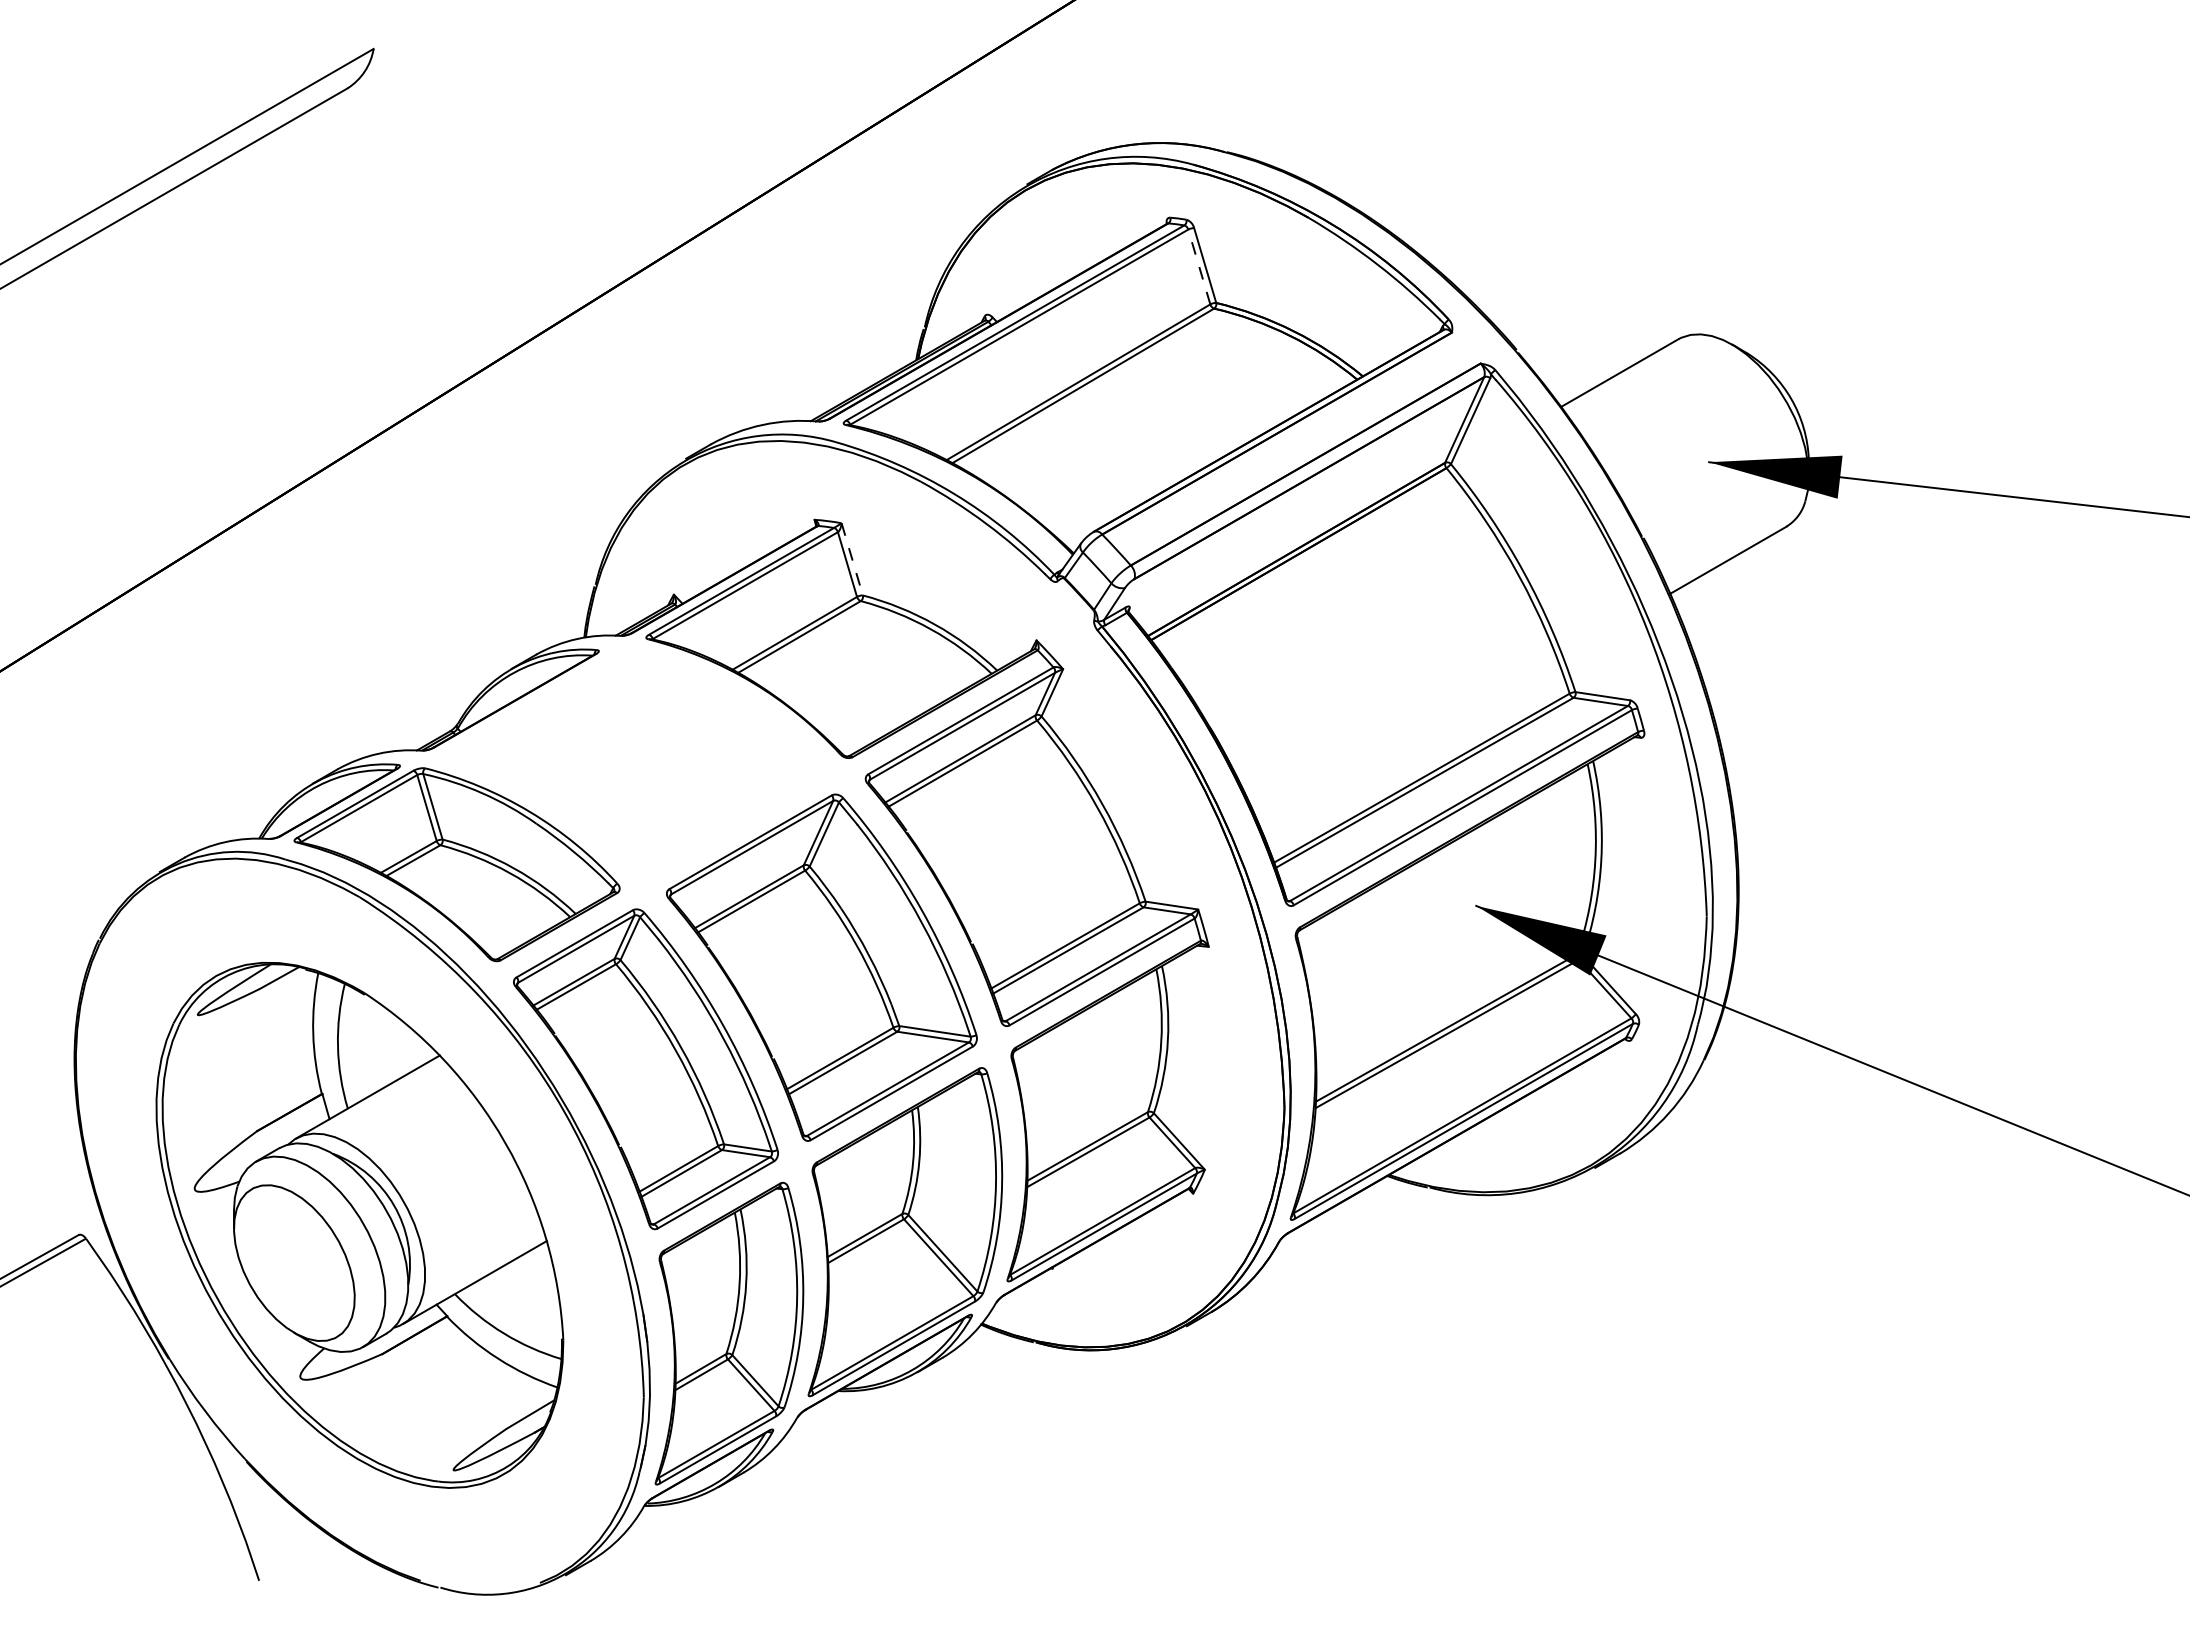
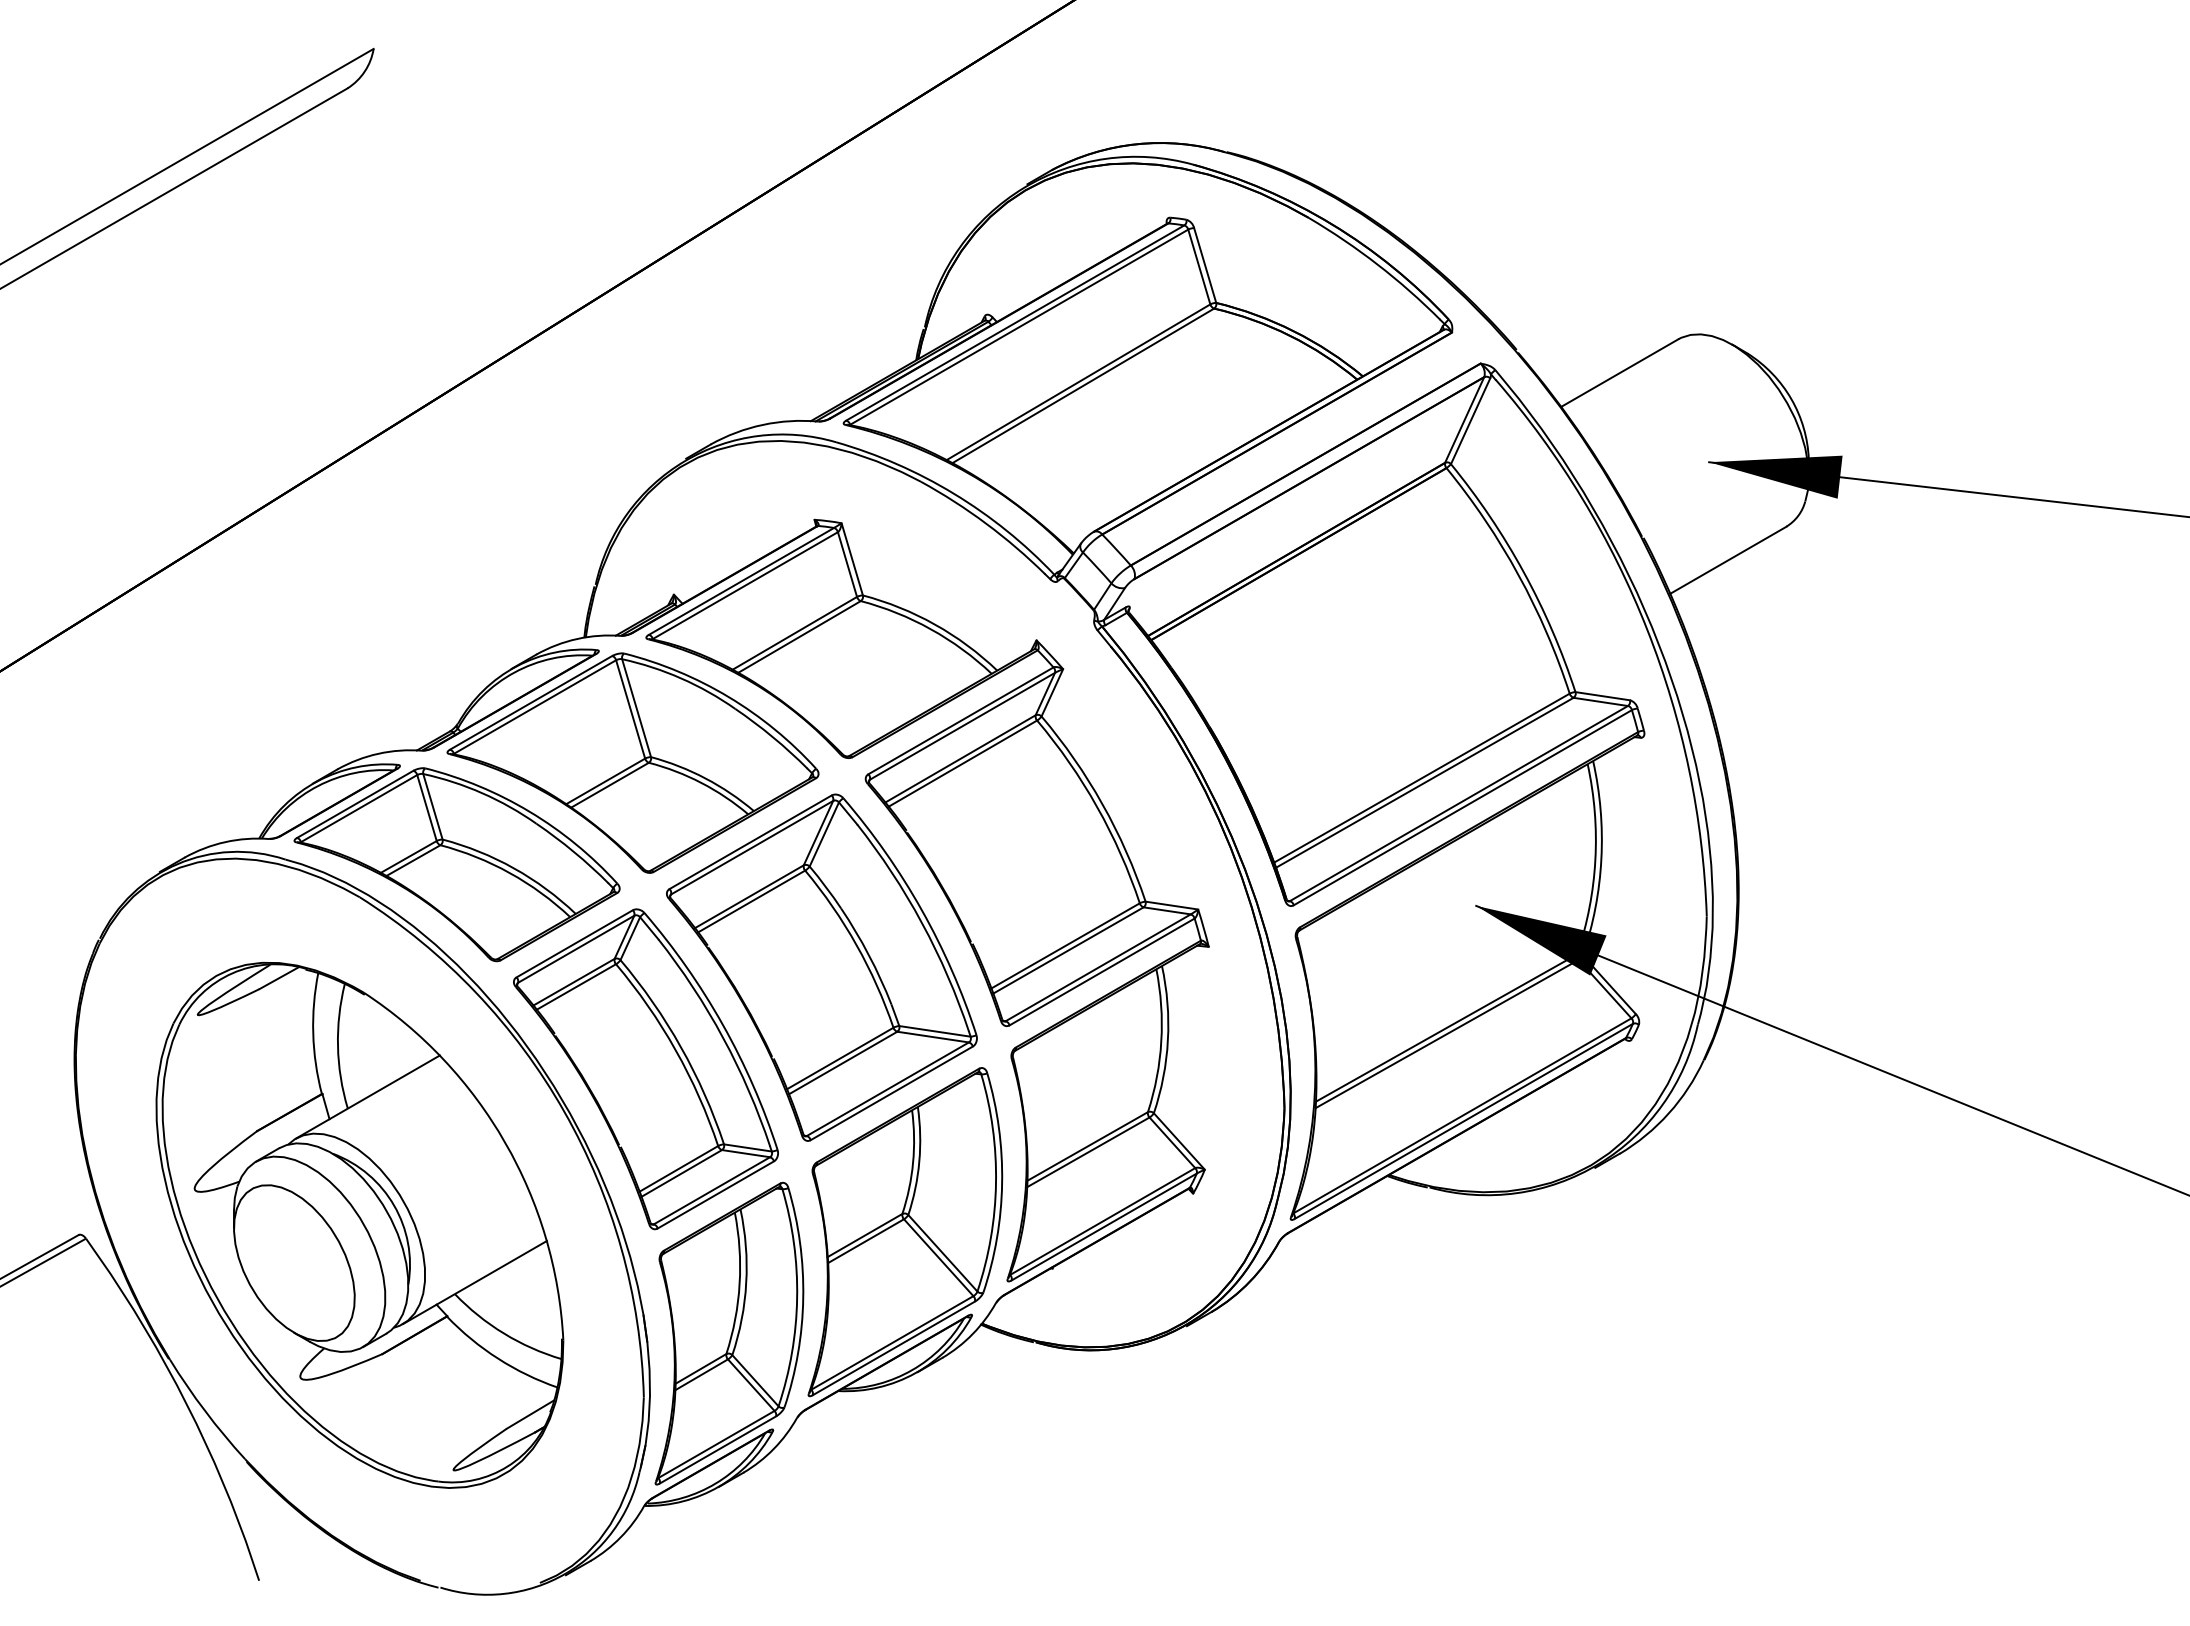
line at (1199, 267): dashed -> solid
line at (852, 559): dashed -> solid
part at (632, 762): none -> present
